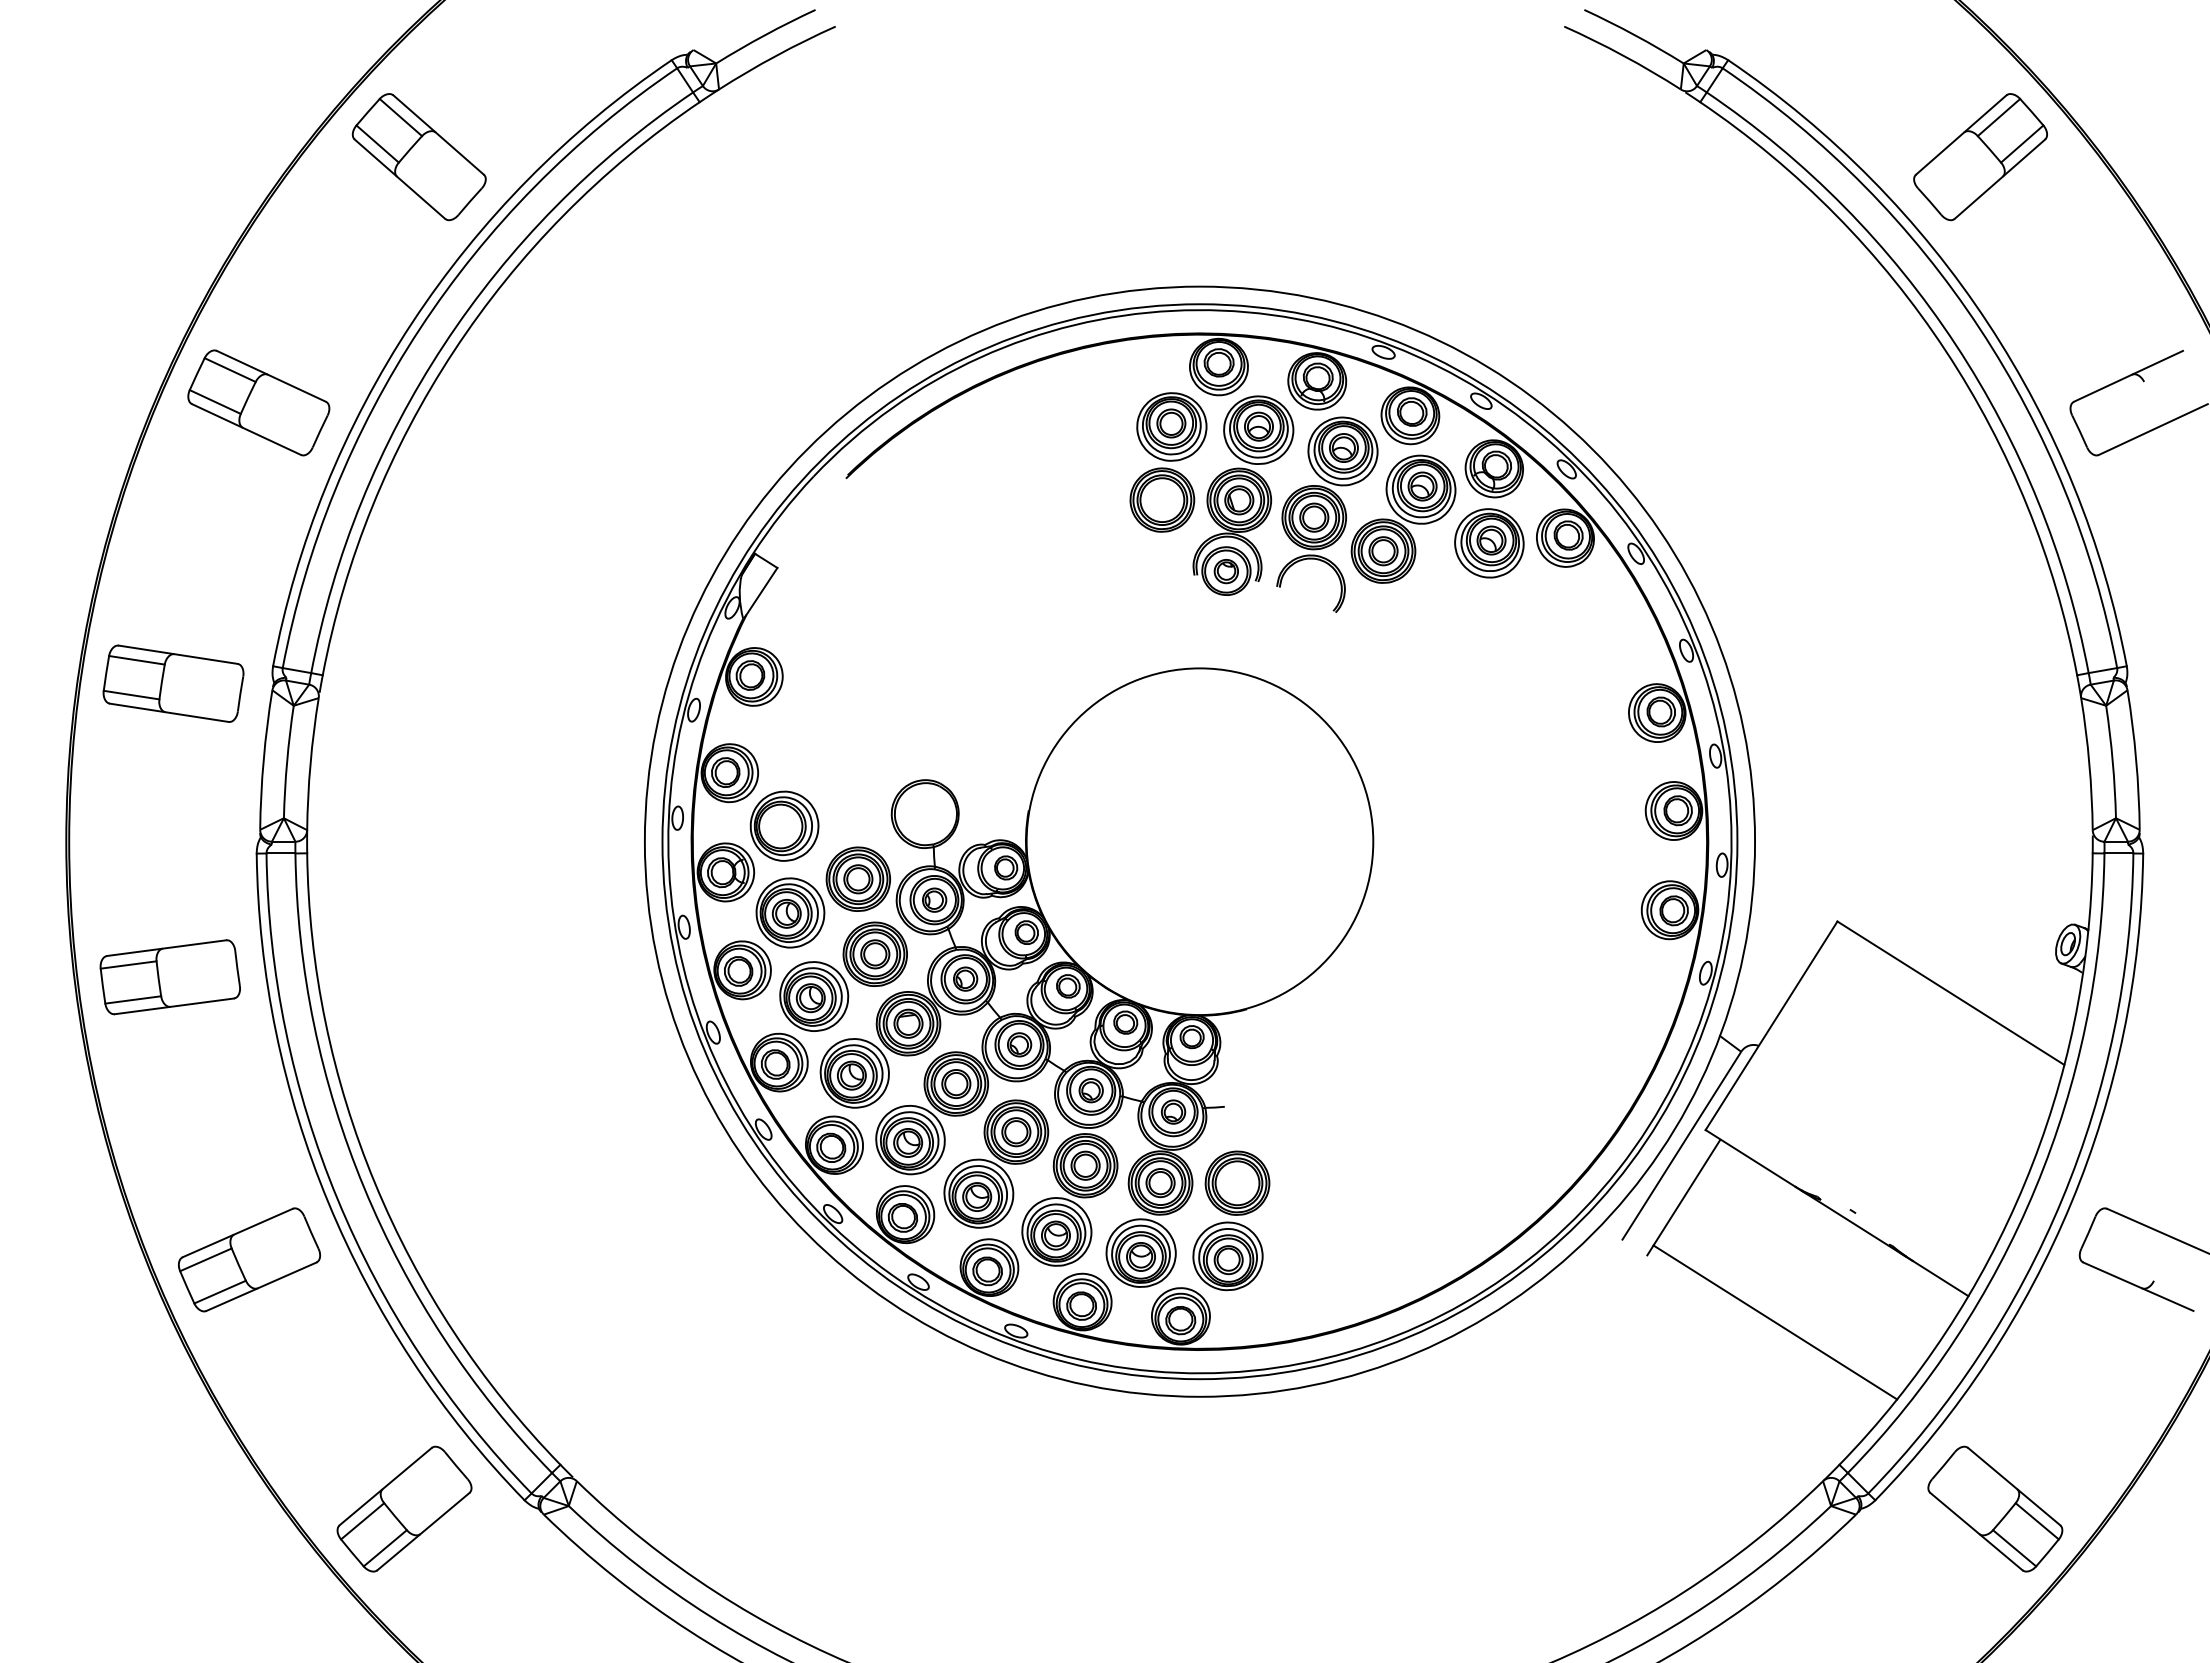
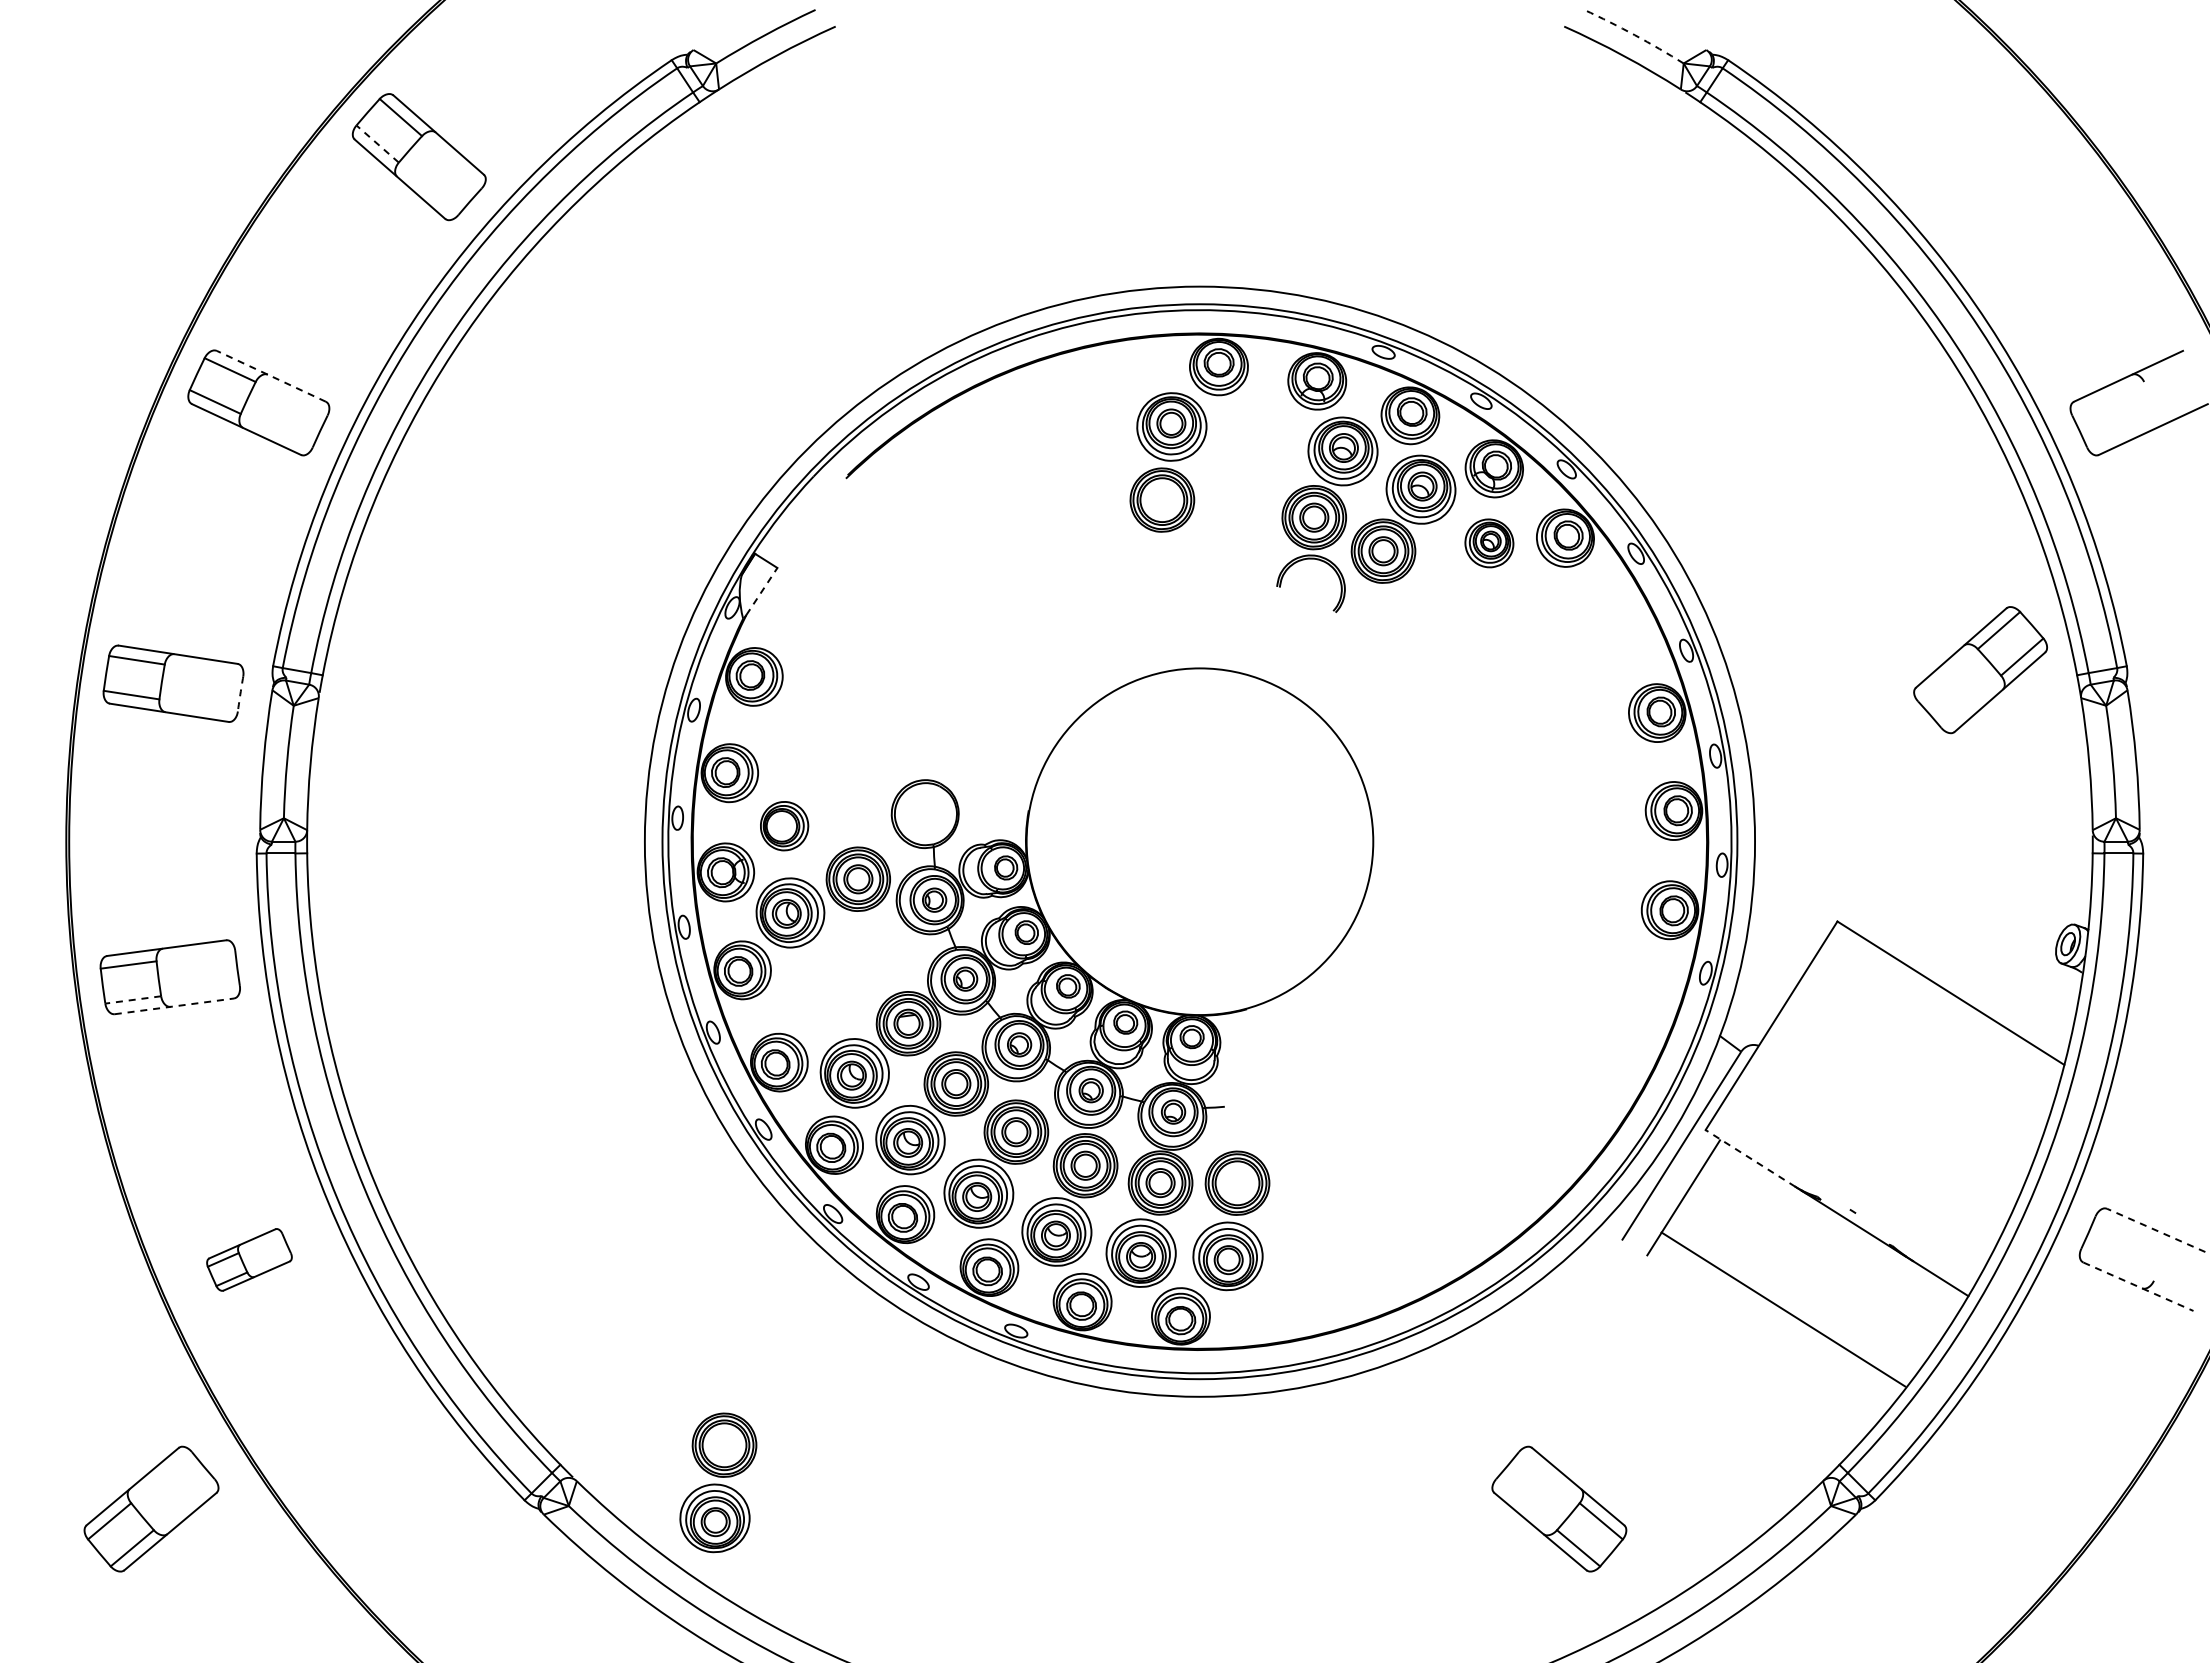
arc at (1634, 35): solid -> dashed
line at (377, 143): solid -> dashed
part at (1980, 157) position: (1980, 157) -> (1980, 670)
line at (270, 376): solid -> dashed
part at (1243, 495): present -> none
part at (1489, 543) size: 71x71 px -> 51x51 px
line at (762, 591): solid -> dashed
arc at (240, 694): solid -> dashed
part at (784, 825) size: 71x72 px -> 50x51 px
part at (843, 976): present -> none
line at (132, 1000): solid -> dashed
line at (174, 1006): solid -> dashed
line at (1750, 1158): solid -> dashed
line at (2158, 1231): solid -> dashed
part at (249, 1259) size: 143x106 px -> 87x64 px
line at (2138, 1286): solid -> dashed
line at (1775, 1322) position: (1775, 1322) -> (1783, 1309)
part at (718, 1482): none -> present
part at (404, 1508) position: (404, 1508) -> (151, 1508)
part at (1995, 1508) position: (1995, 1508) -> (1559, 1508)
